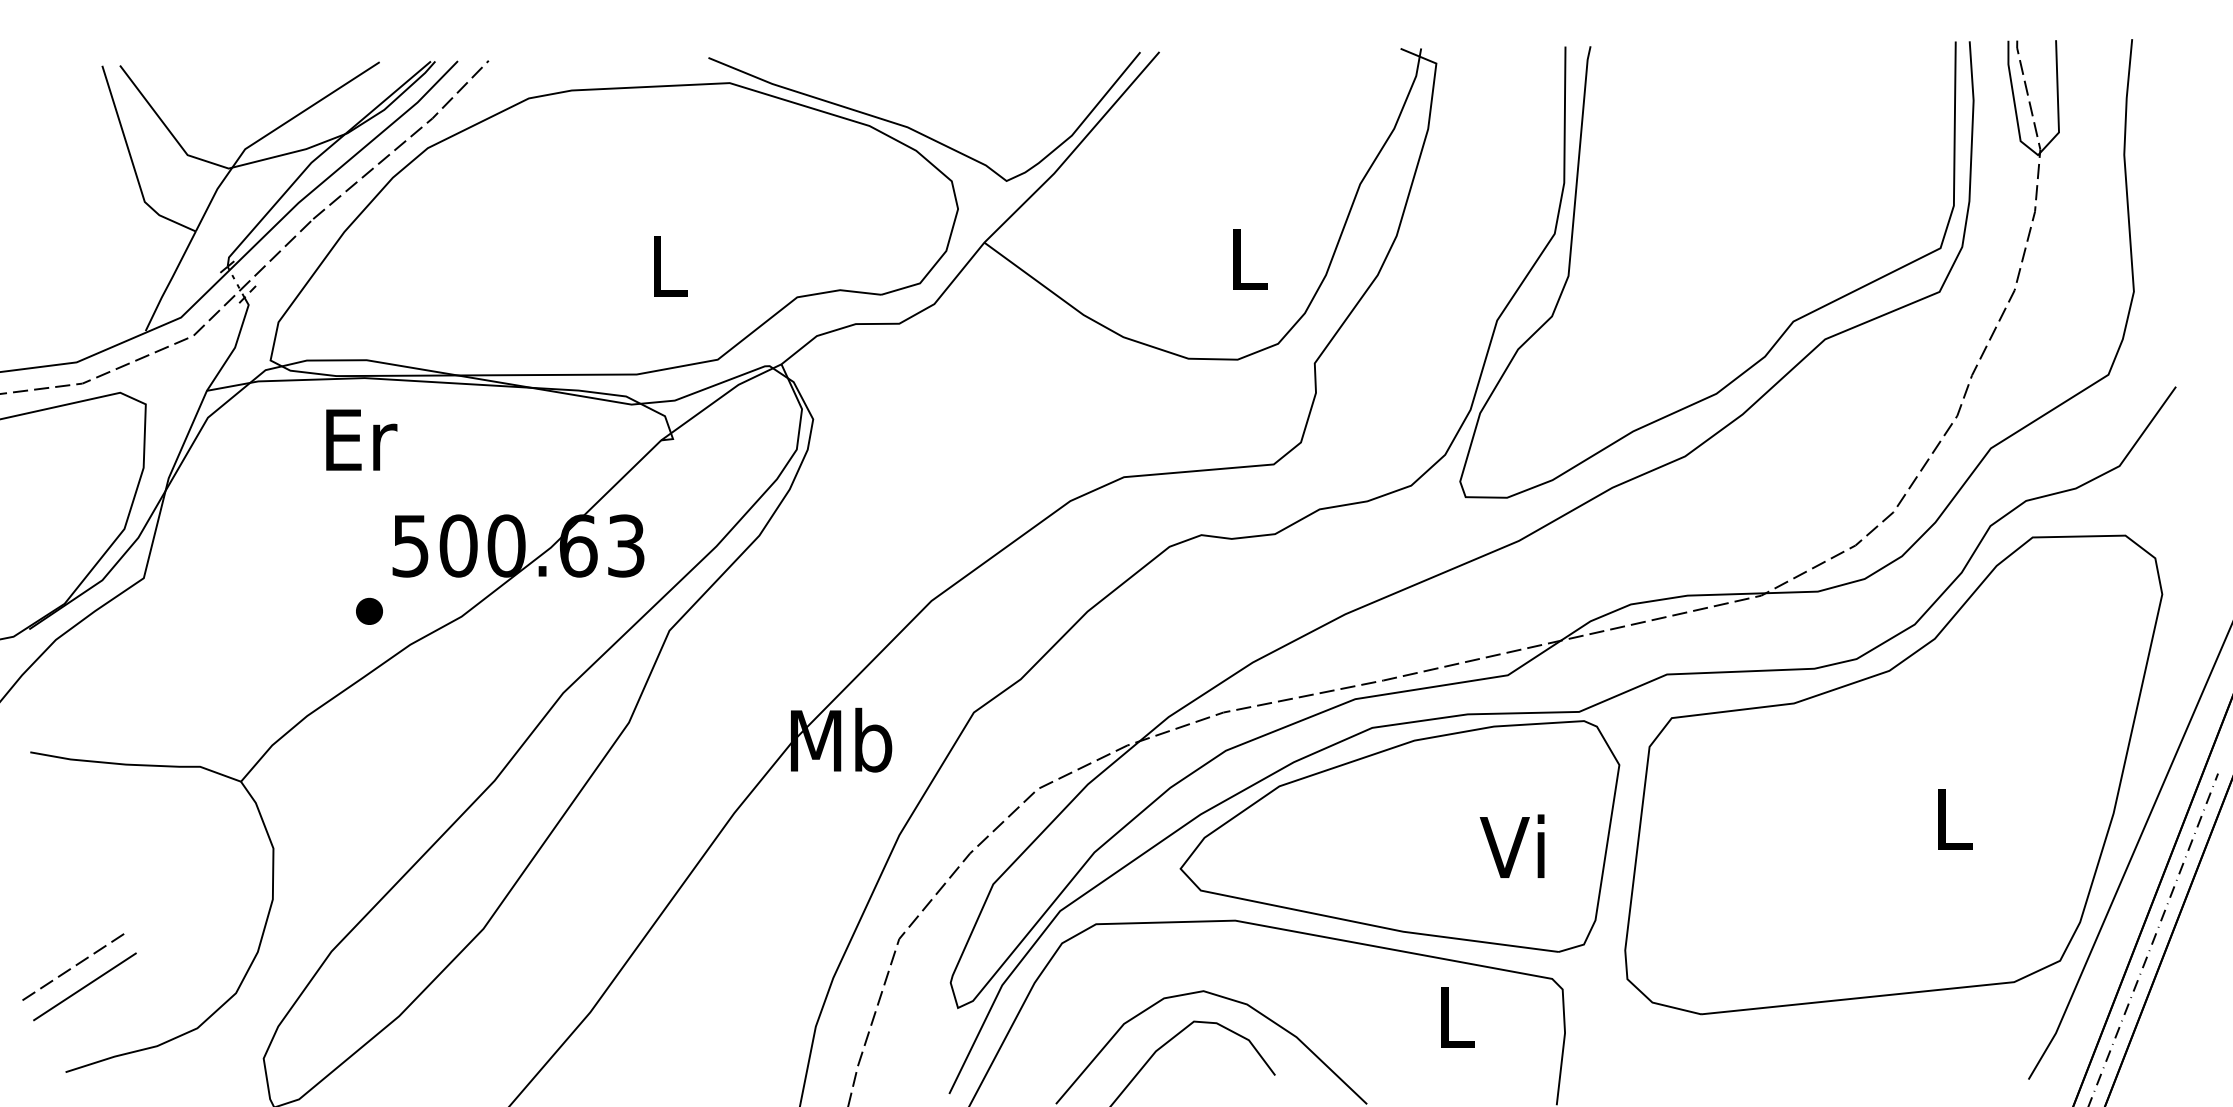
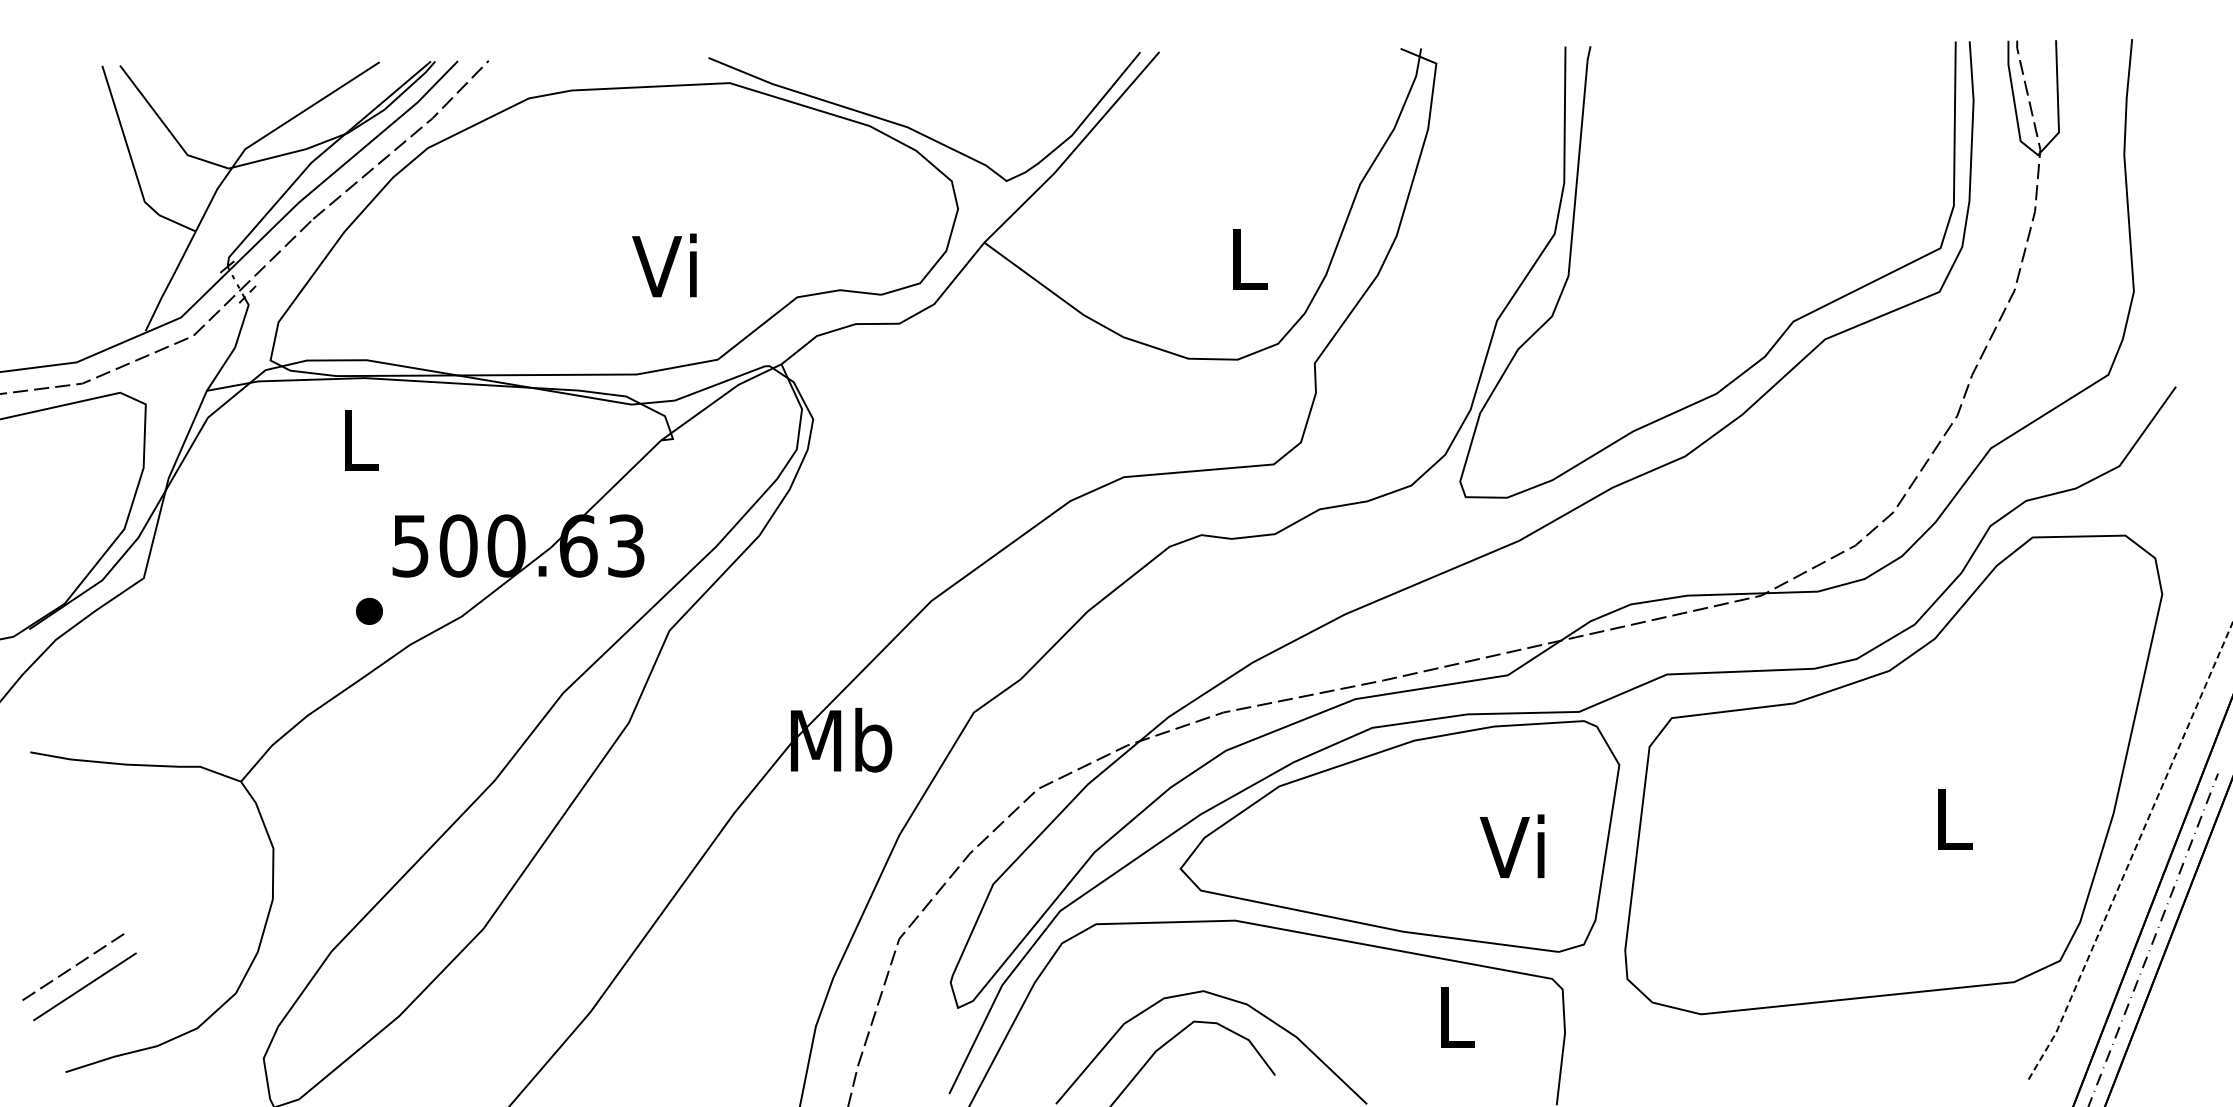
text at (664, 265): L -> Vi
text at (361, 439): Er -> L
line at (2133, 852): solid -> dashed
